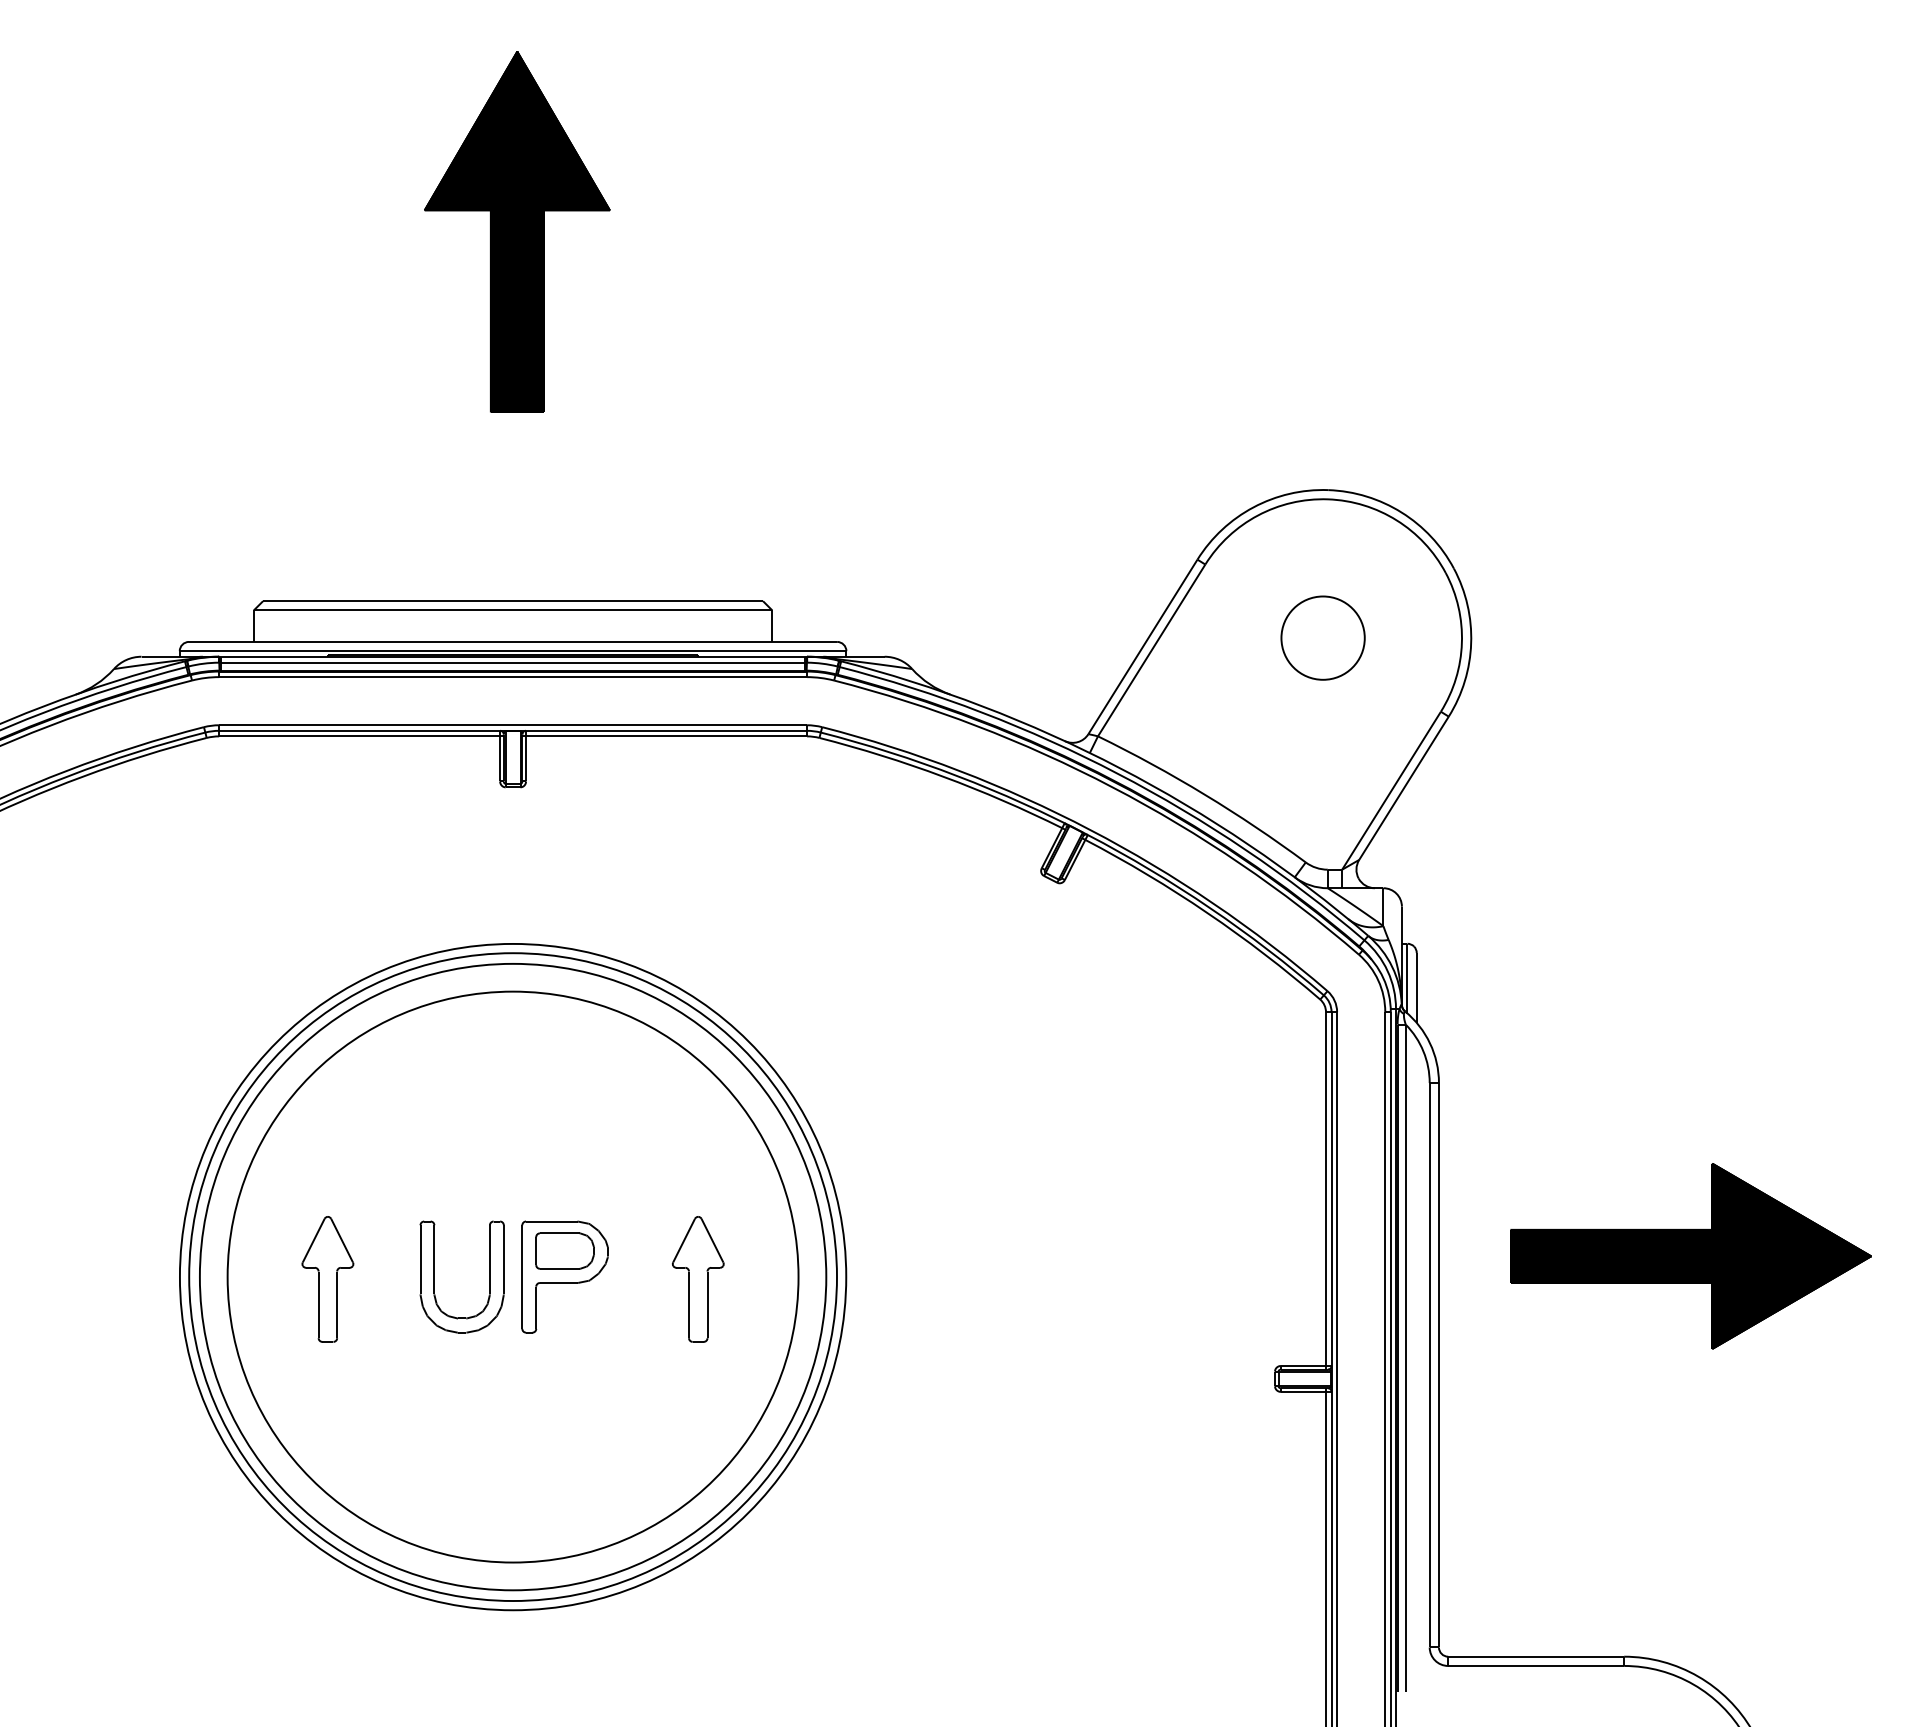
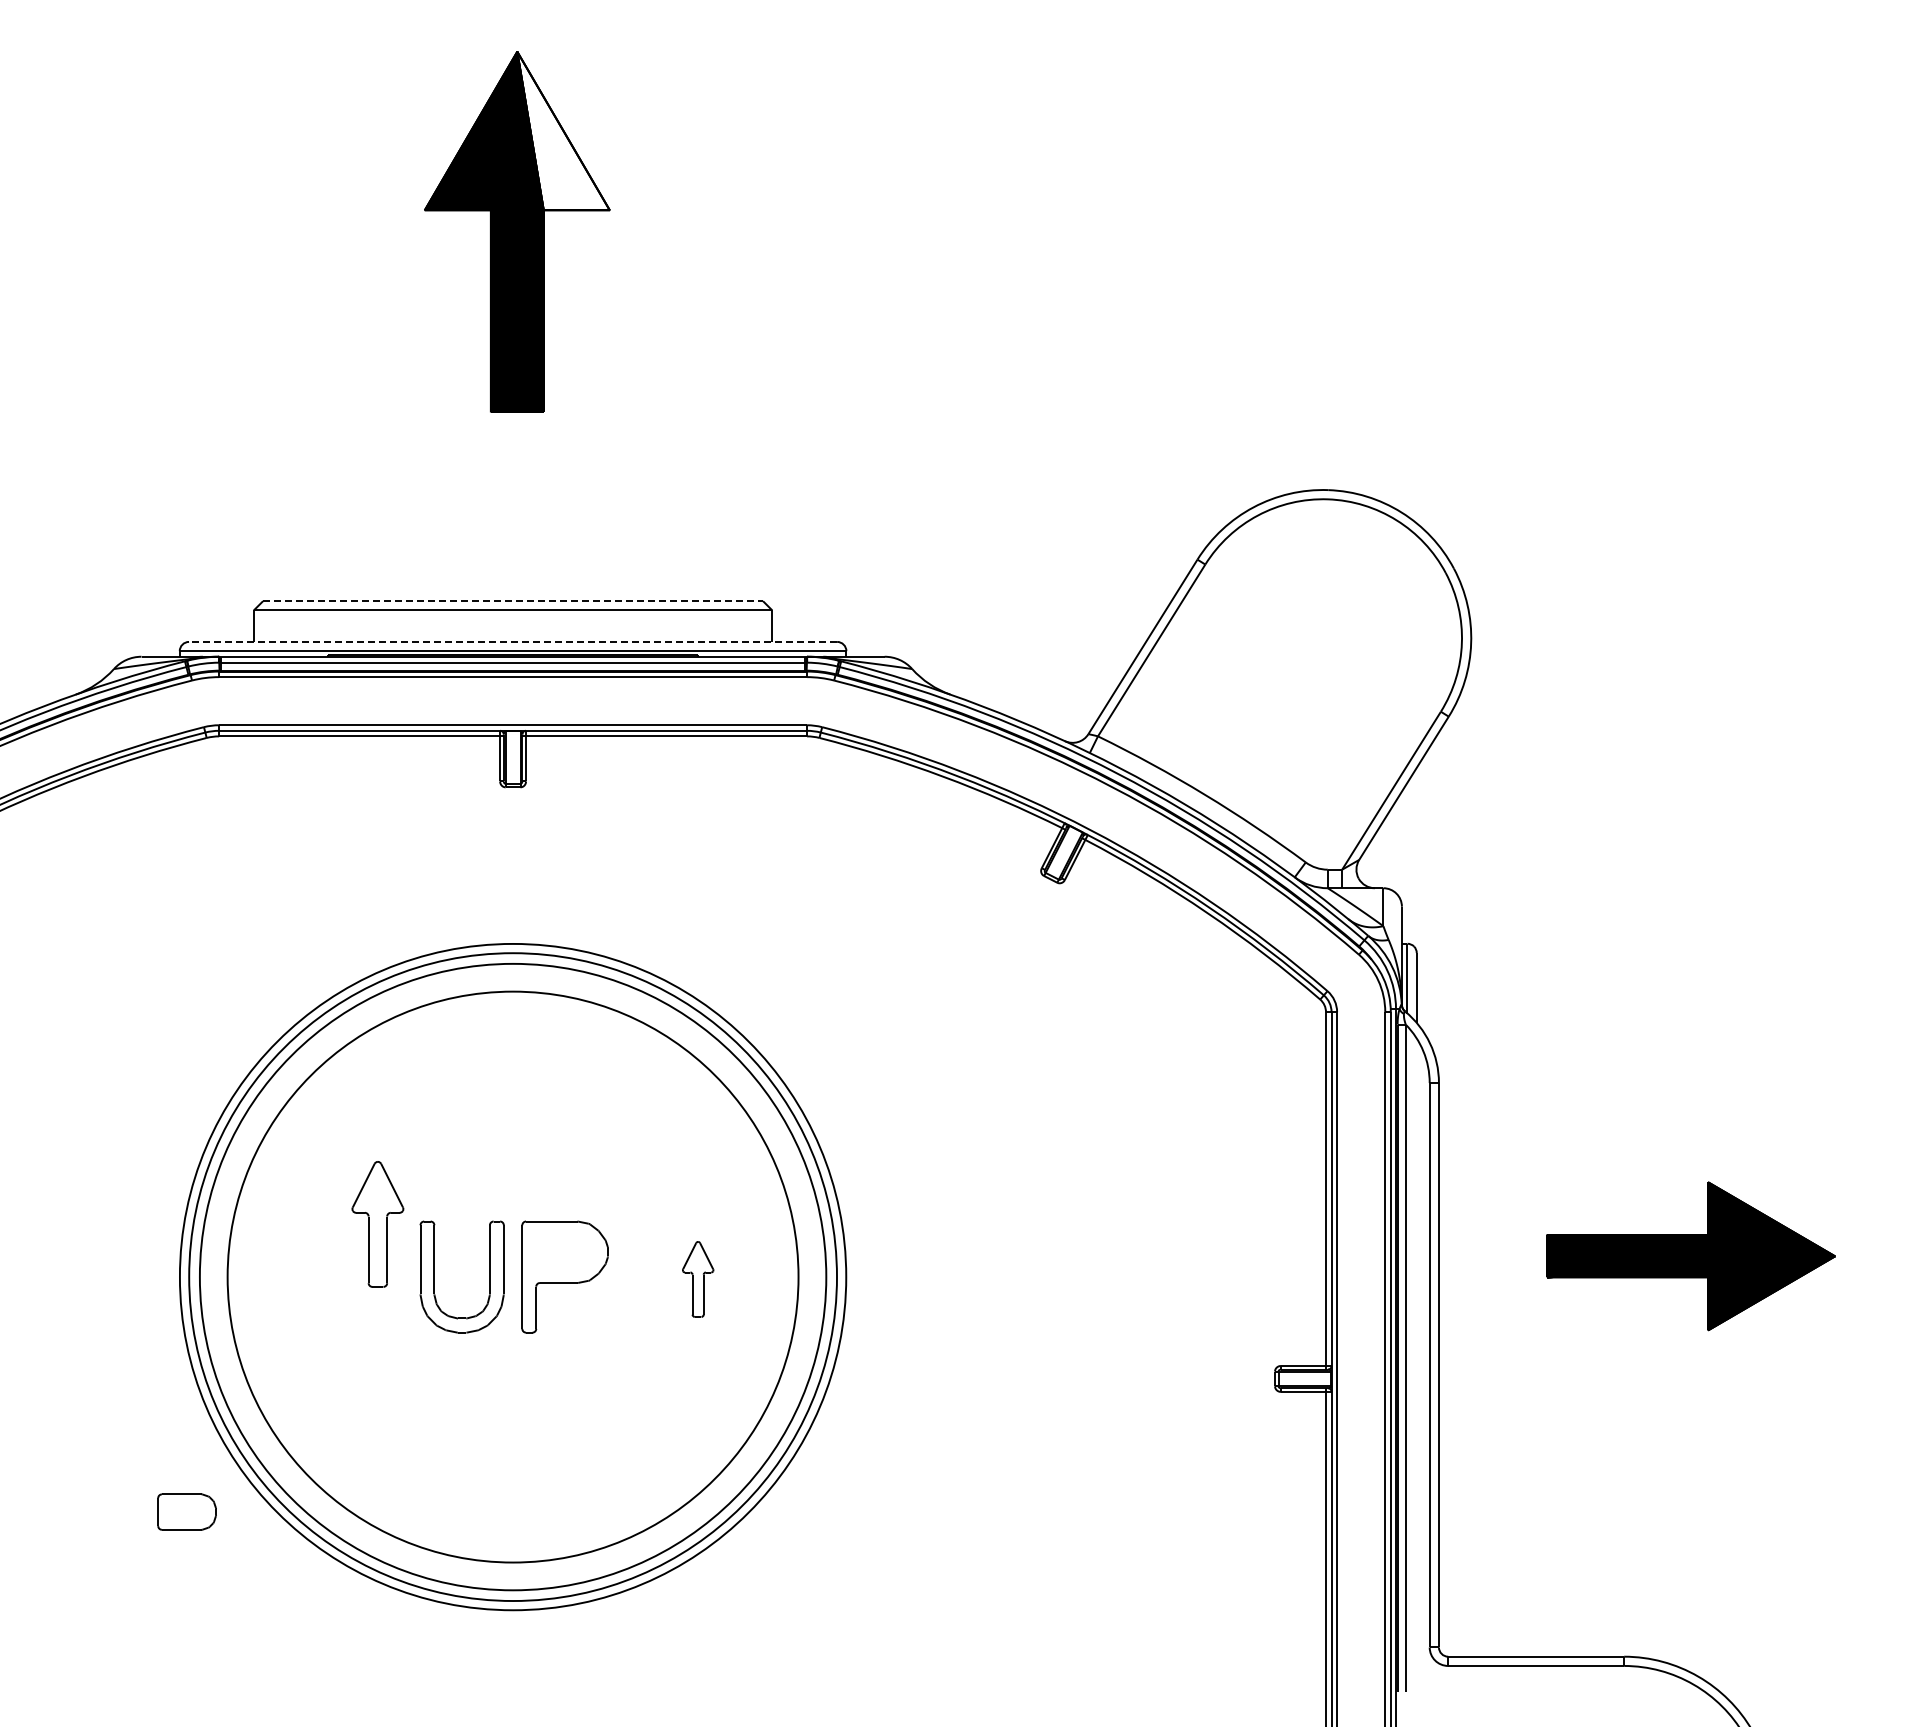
fill at (563, 130): present -> none
line at (513, 601): solid -> dashed
part at (1322, 637): present -> none
line at (512, 641): solid -> dashed
part at (564, 1250) position: (564, 1250) -> (186, 1511)
part at (1690, 1256) size: 362x187 px -> 290x151 px
part at (327, 1279) position: (327, 1279) -> (377, 1224)
part at (697, 1279) size: 54x127 px -> 33x77 px
